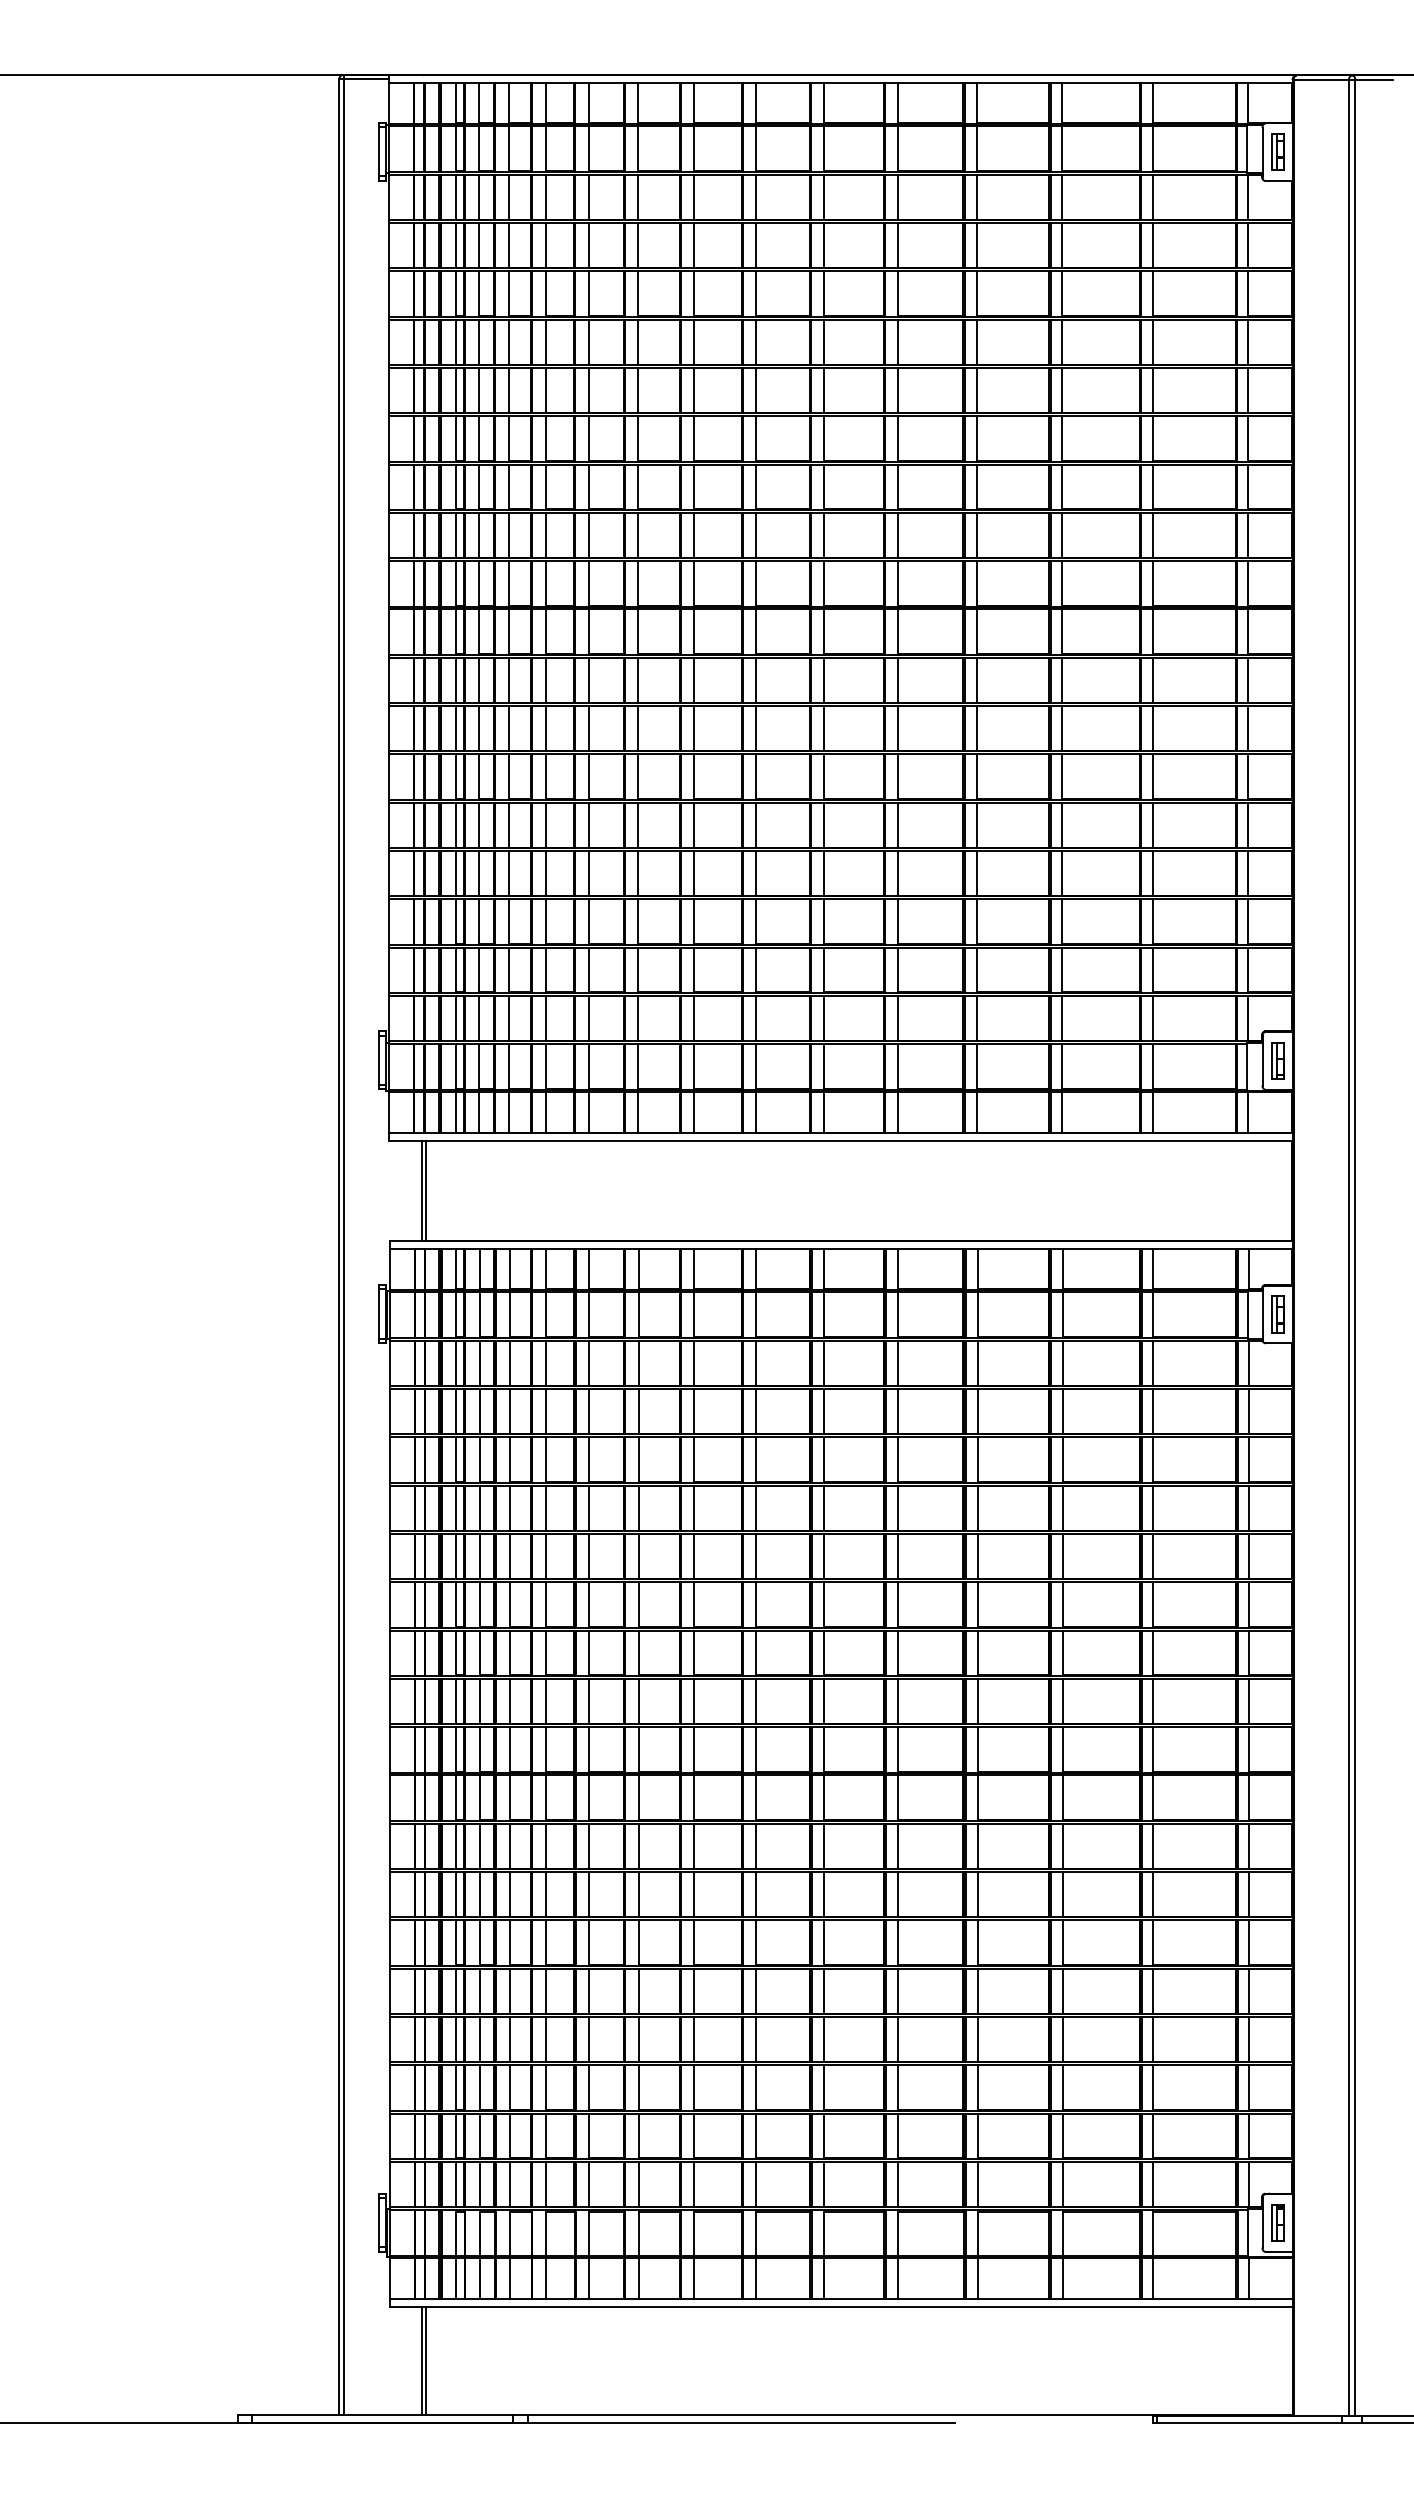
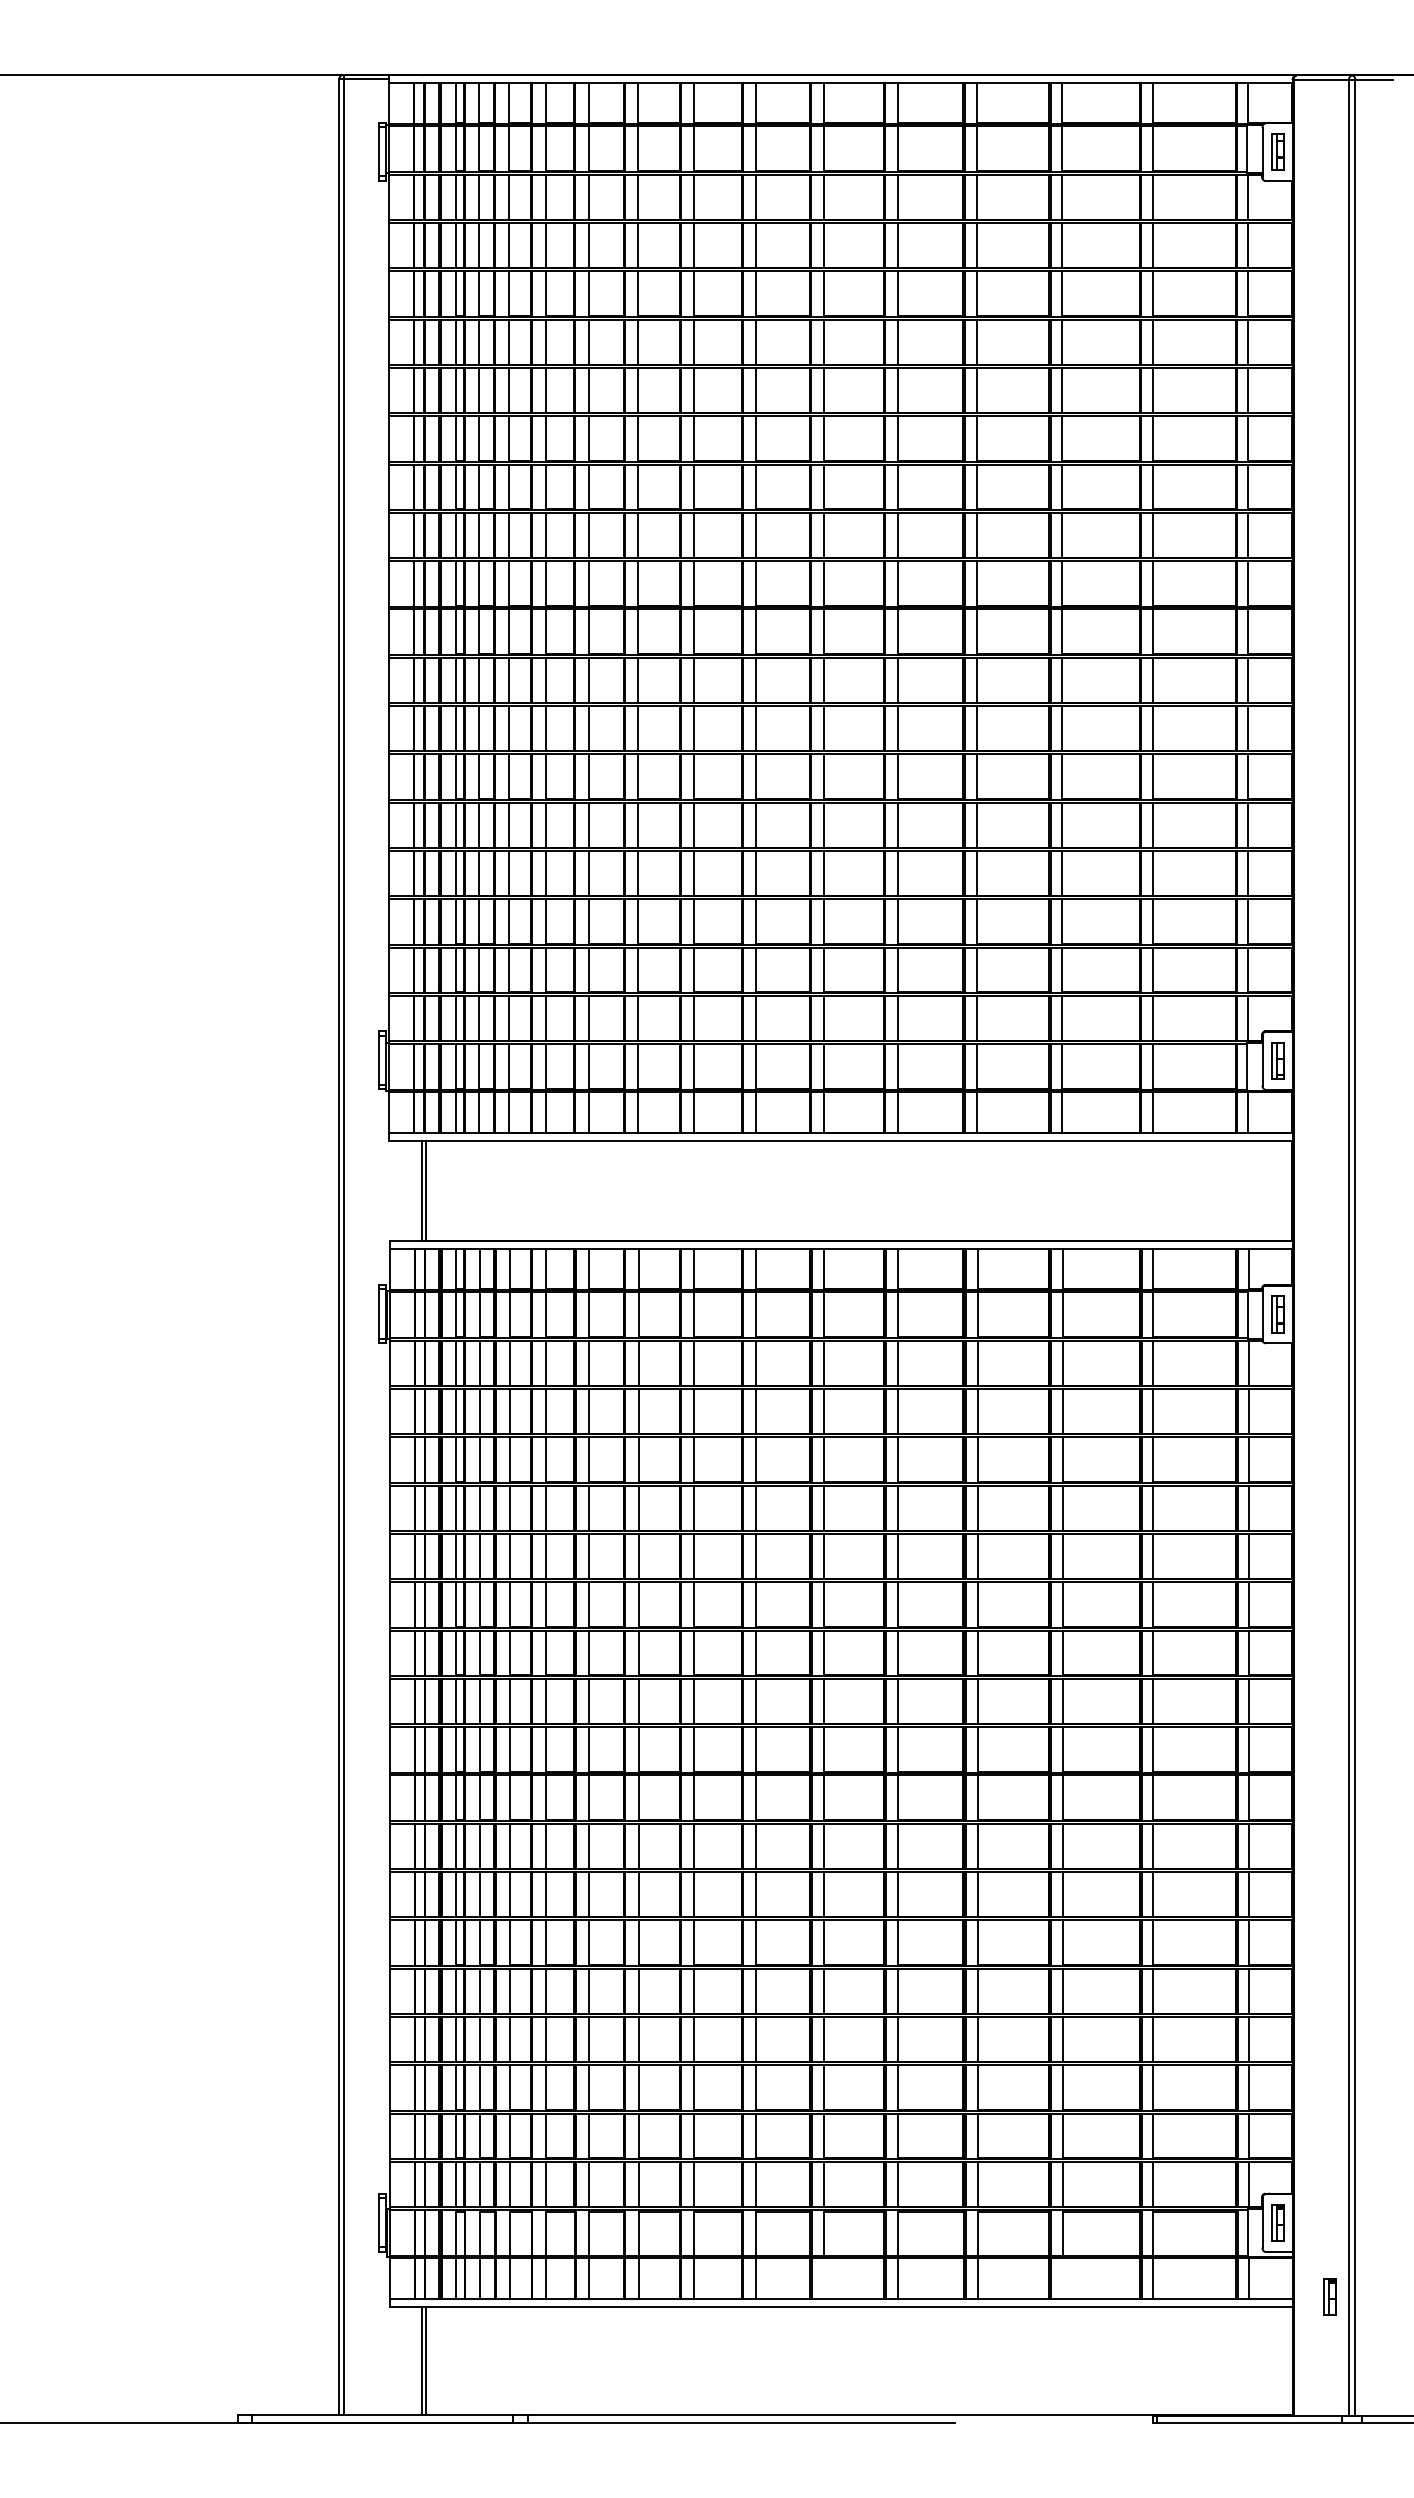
line at (824, 2278): present -> none
line at (1062, 2278): present -> none
part at (1329, 2296): none -> present
